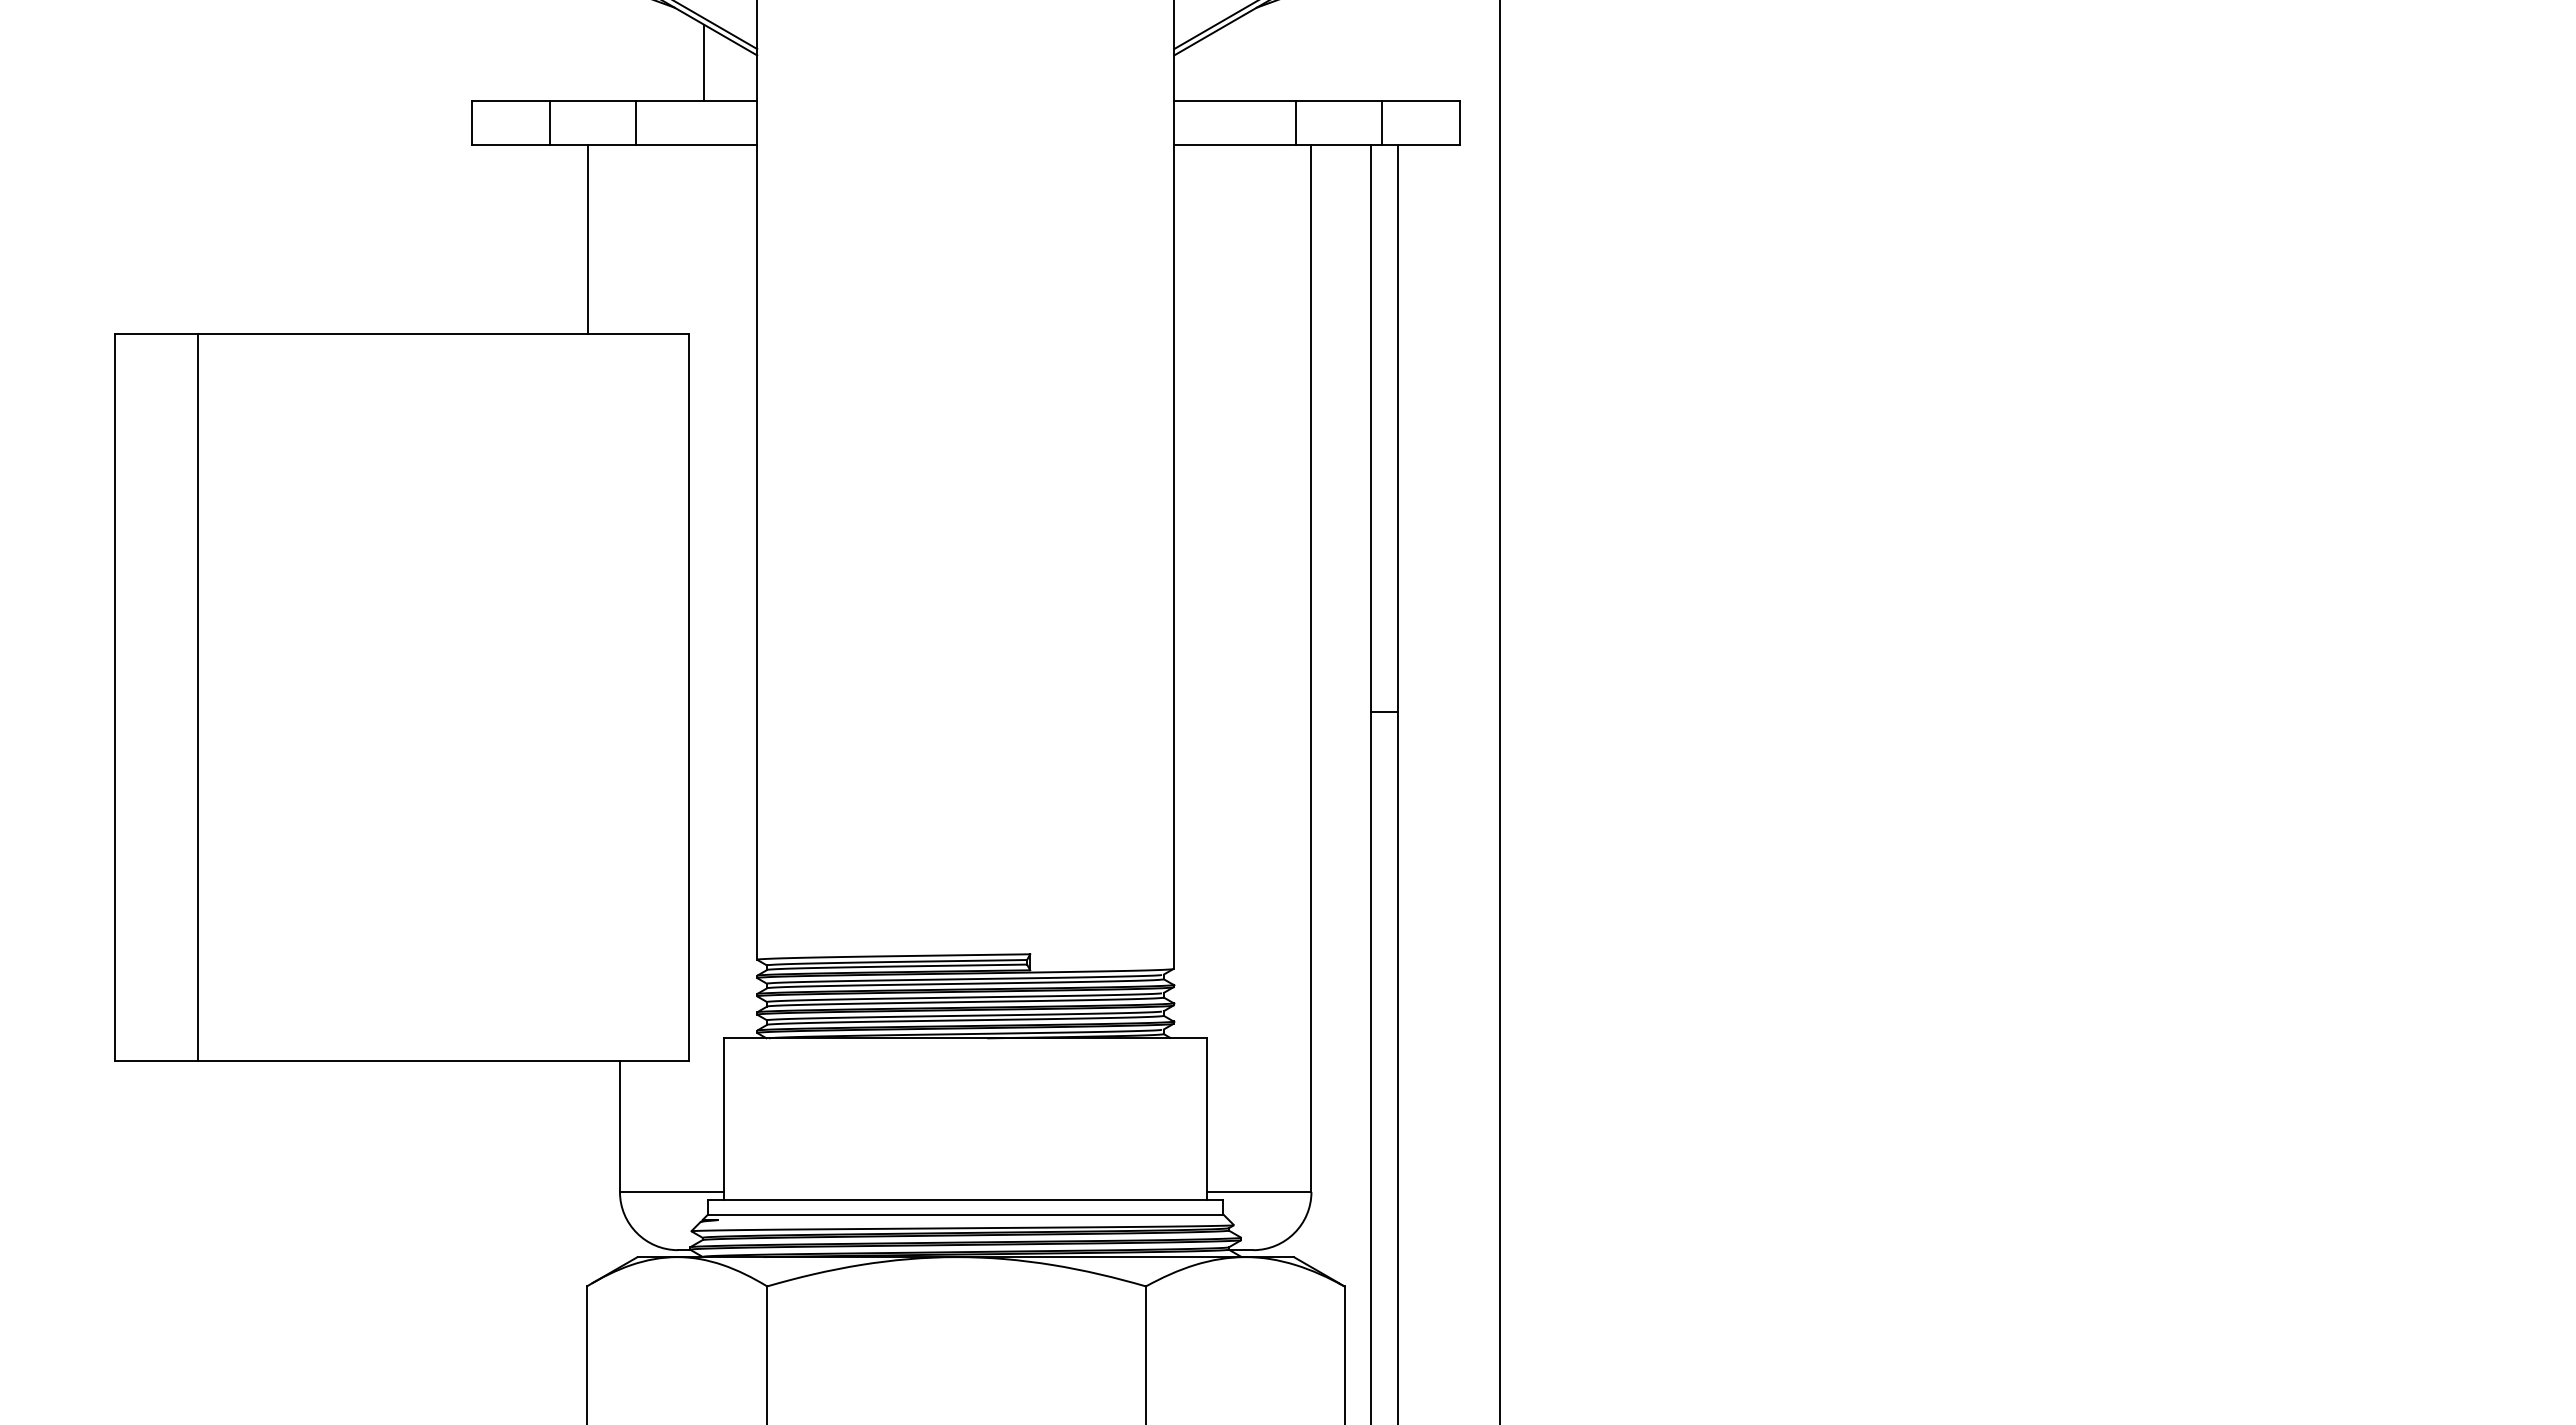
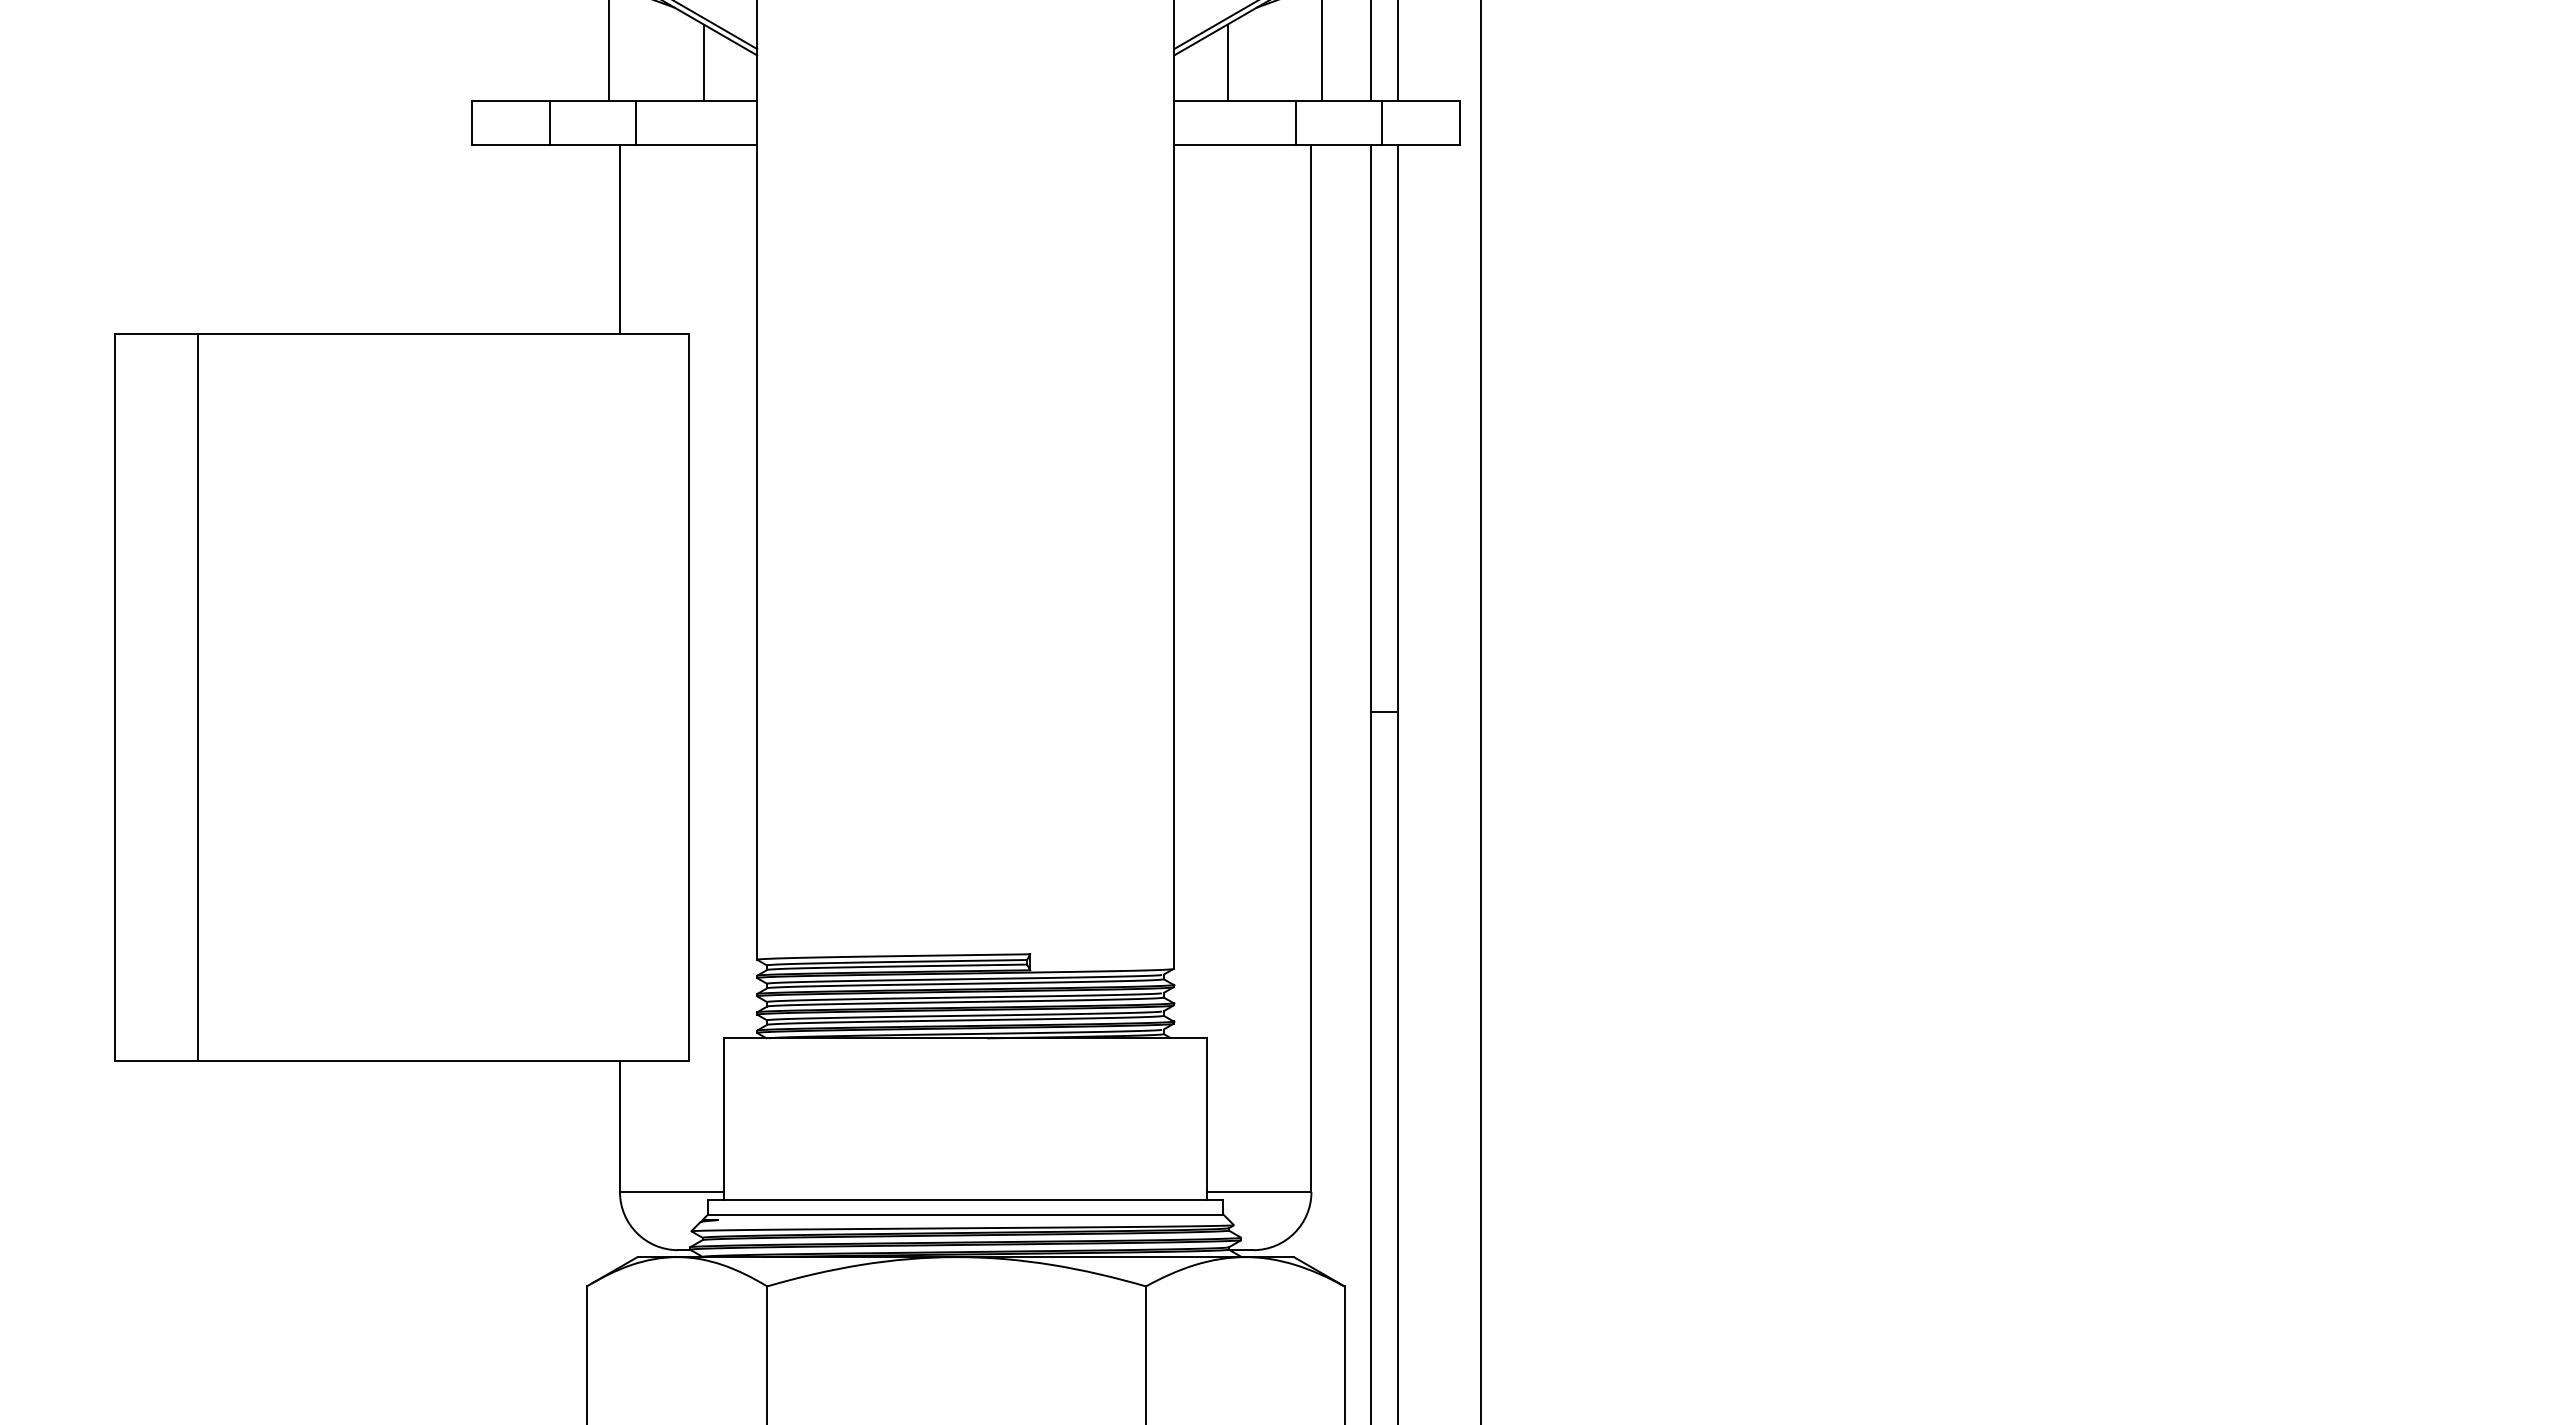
line at (609, 51): none -> present
line at (1322, 51): none -> present
line at (1370, 51): none -> present
line at (1398, 51): none -> present
line at (1227, 62): none -> present
line at (588, 238) position: (588, 238) -> (620, 238)
line at (1499, 711) position: (1499, 711) -> (1480, 711)
